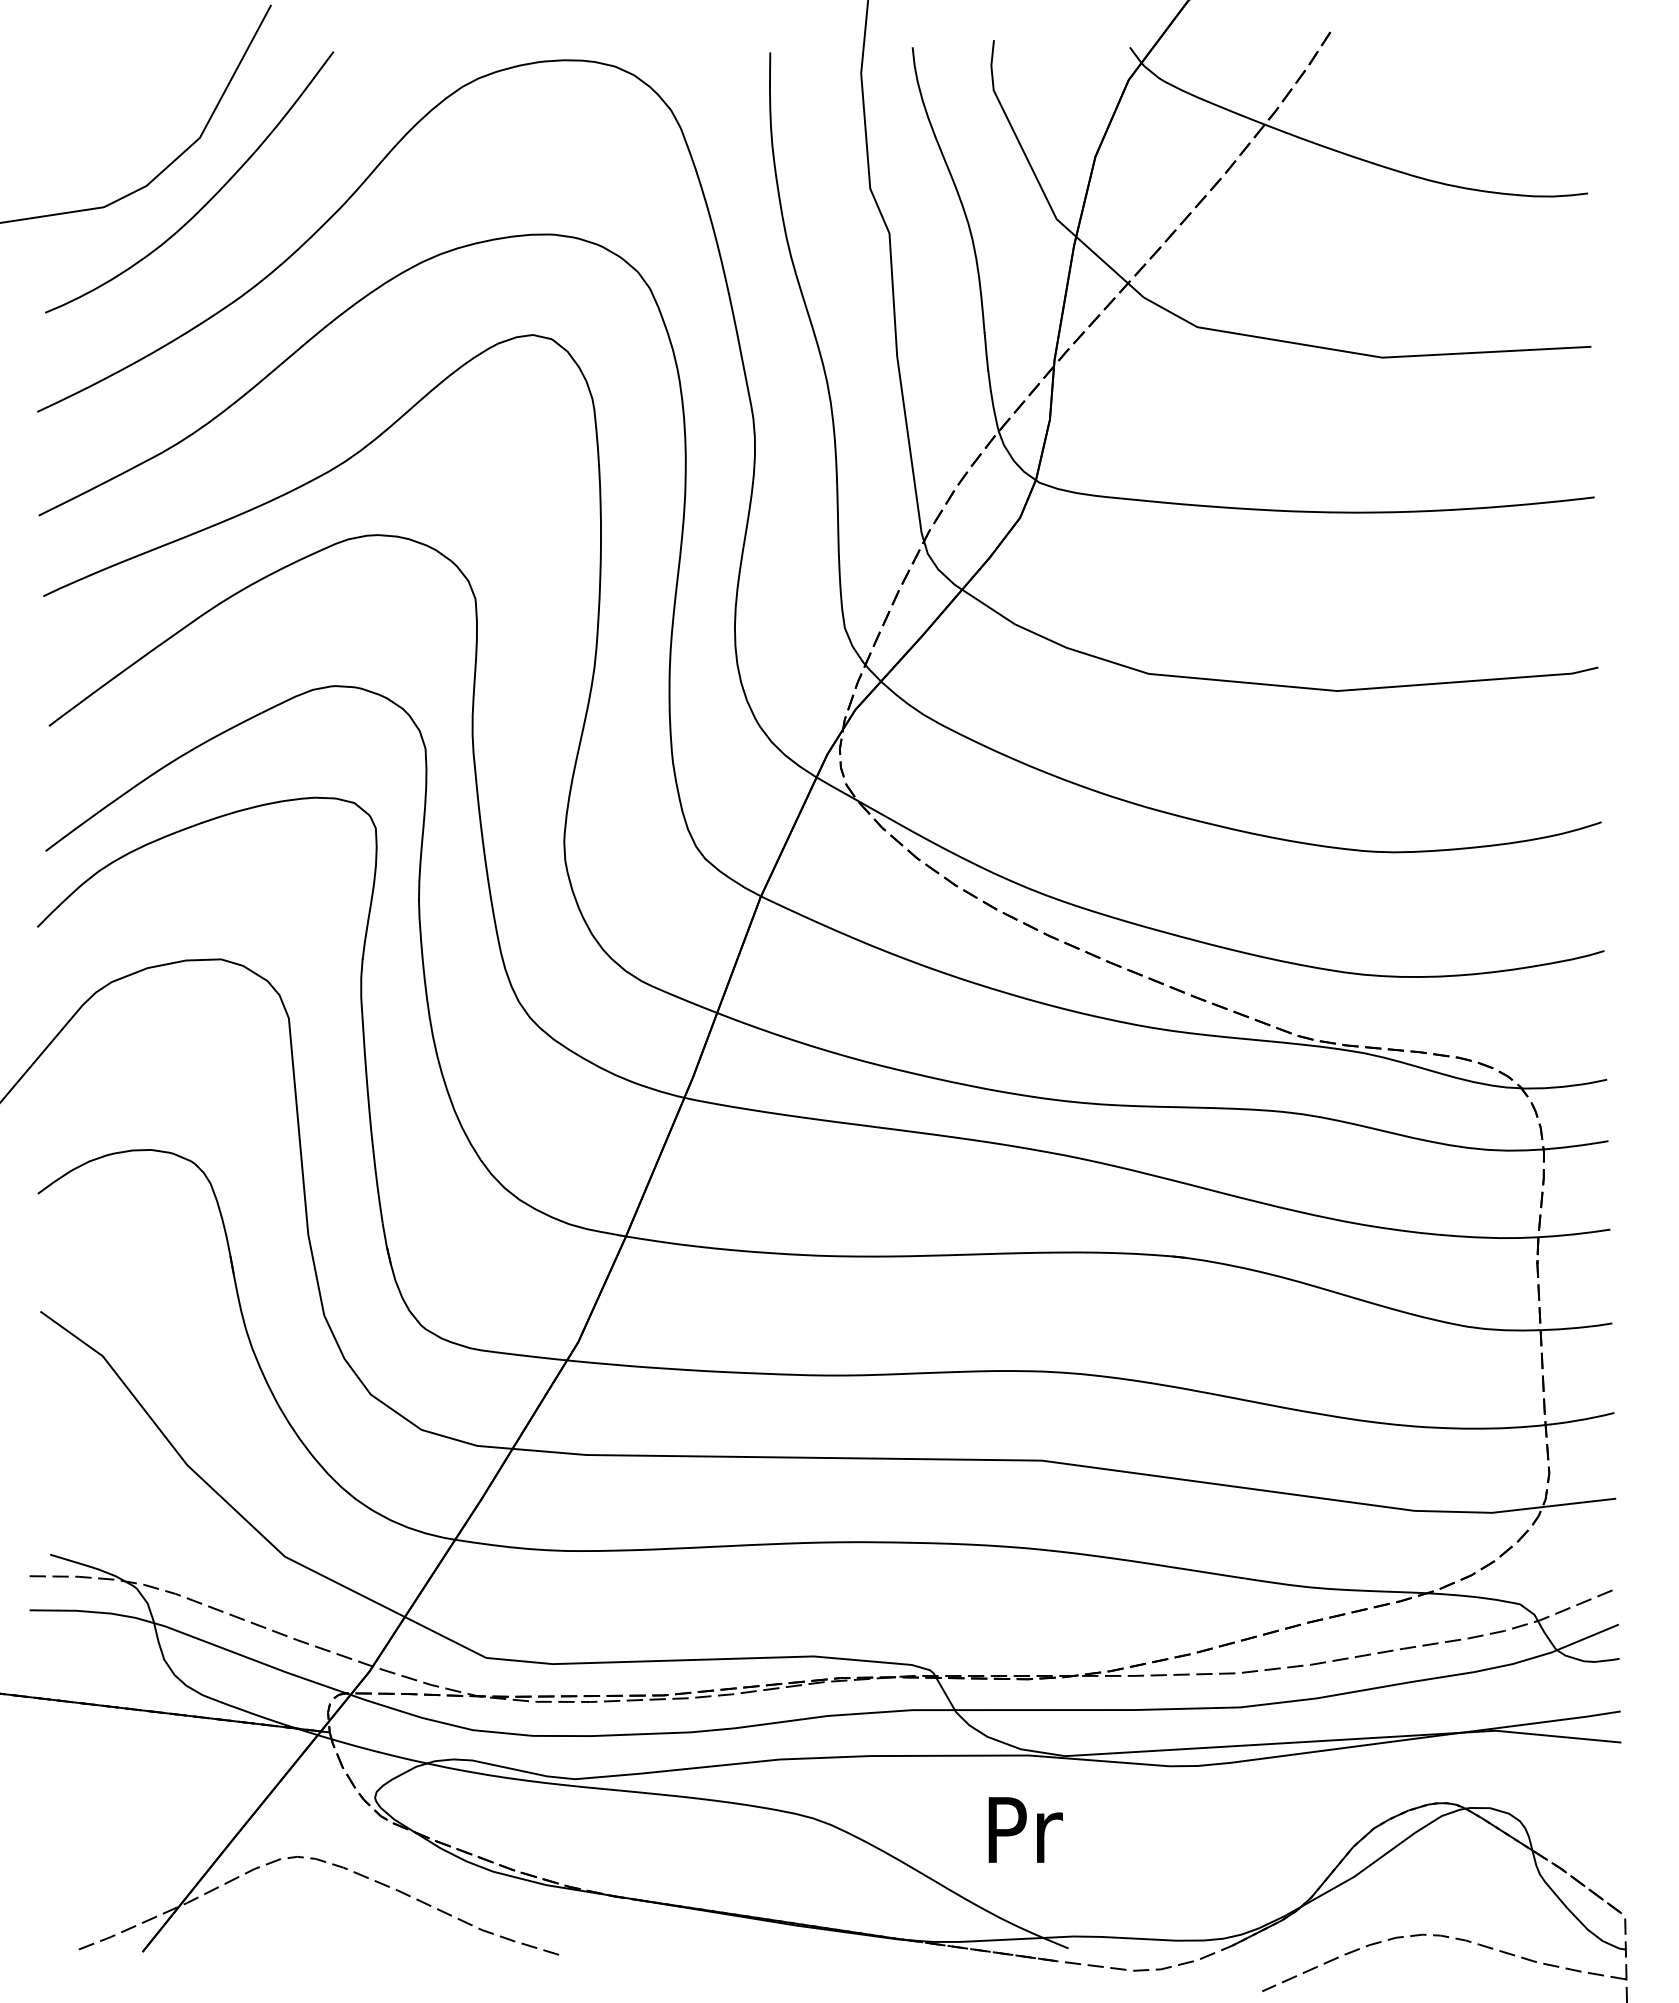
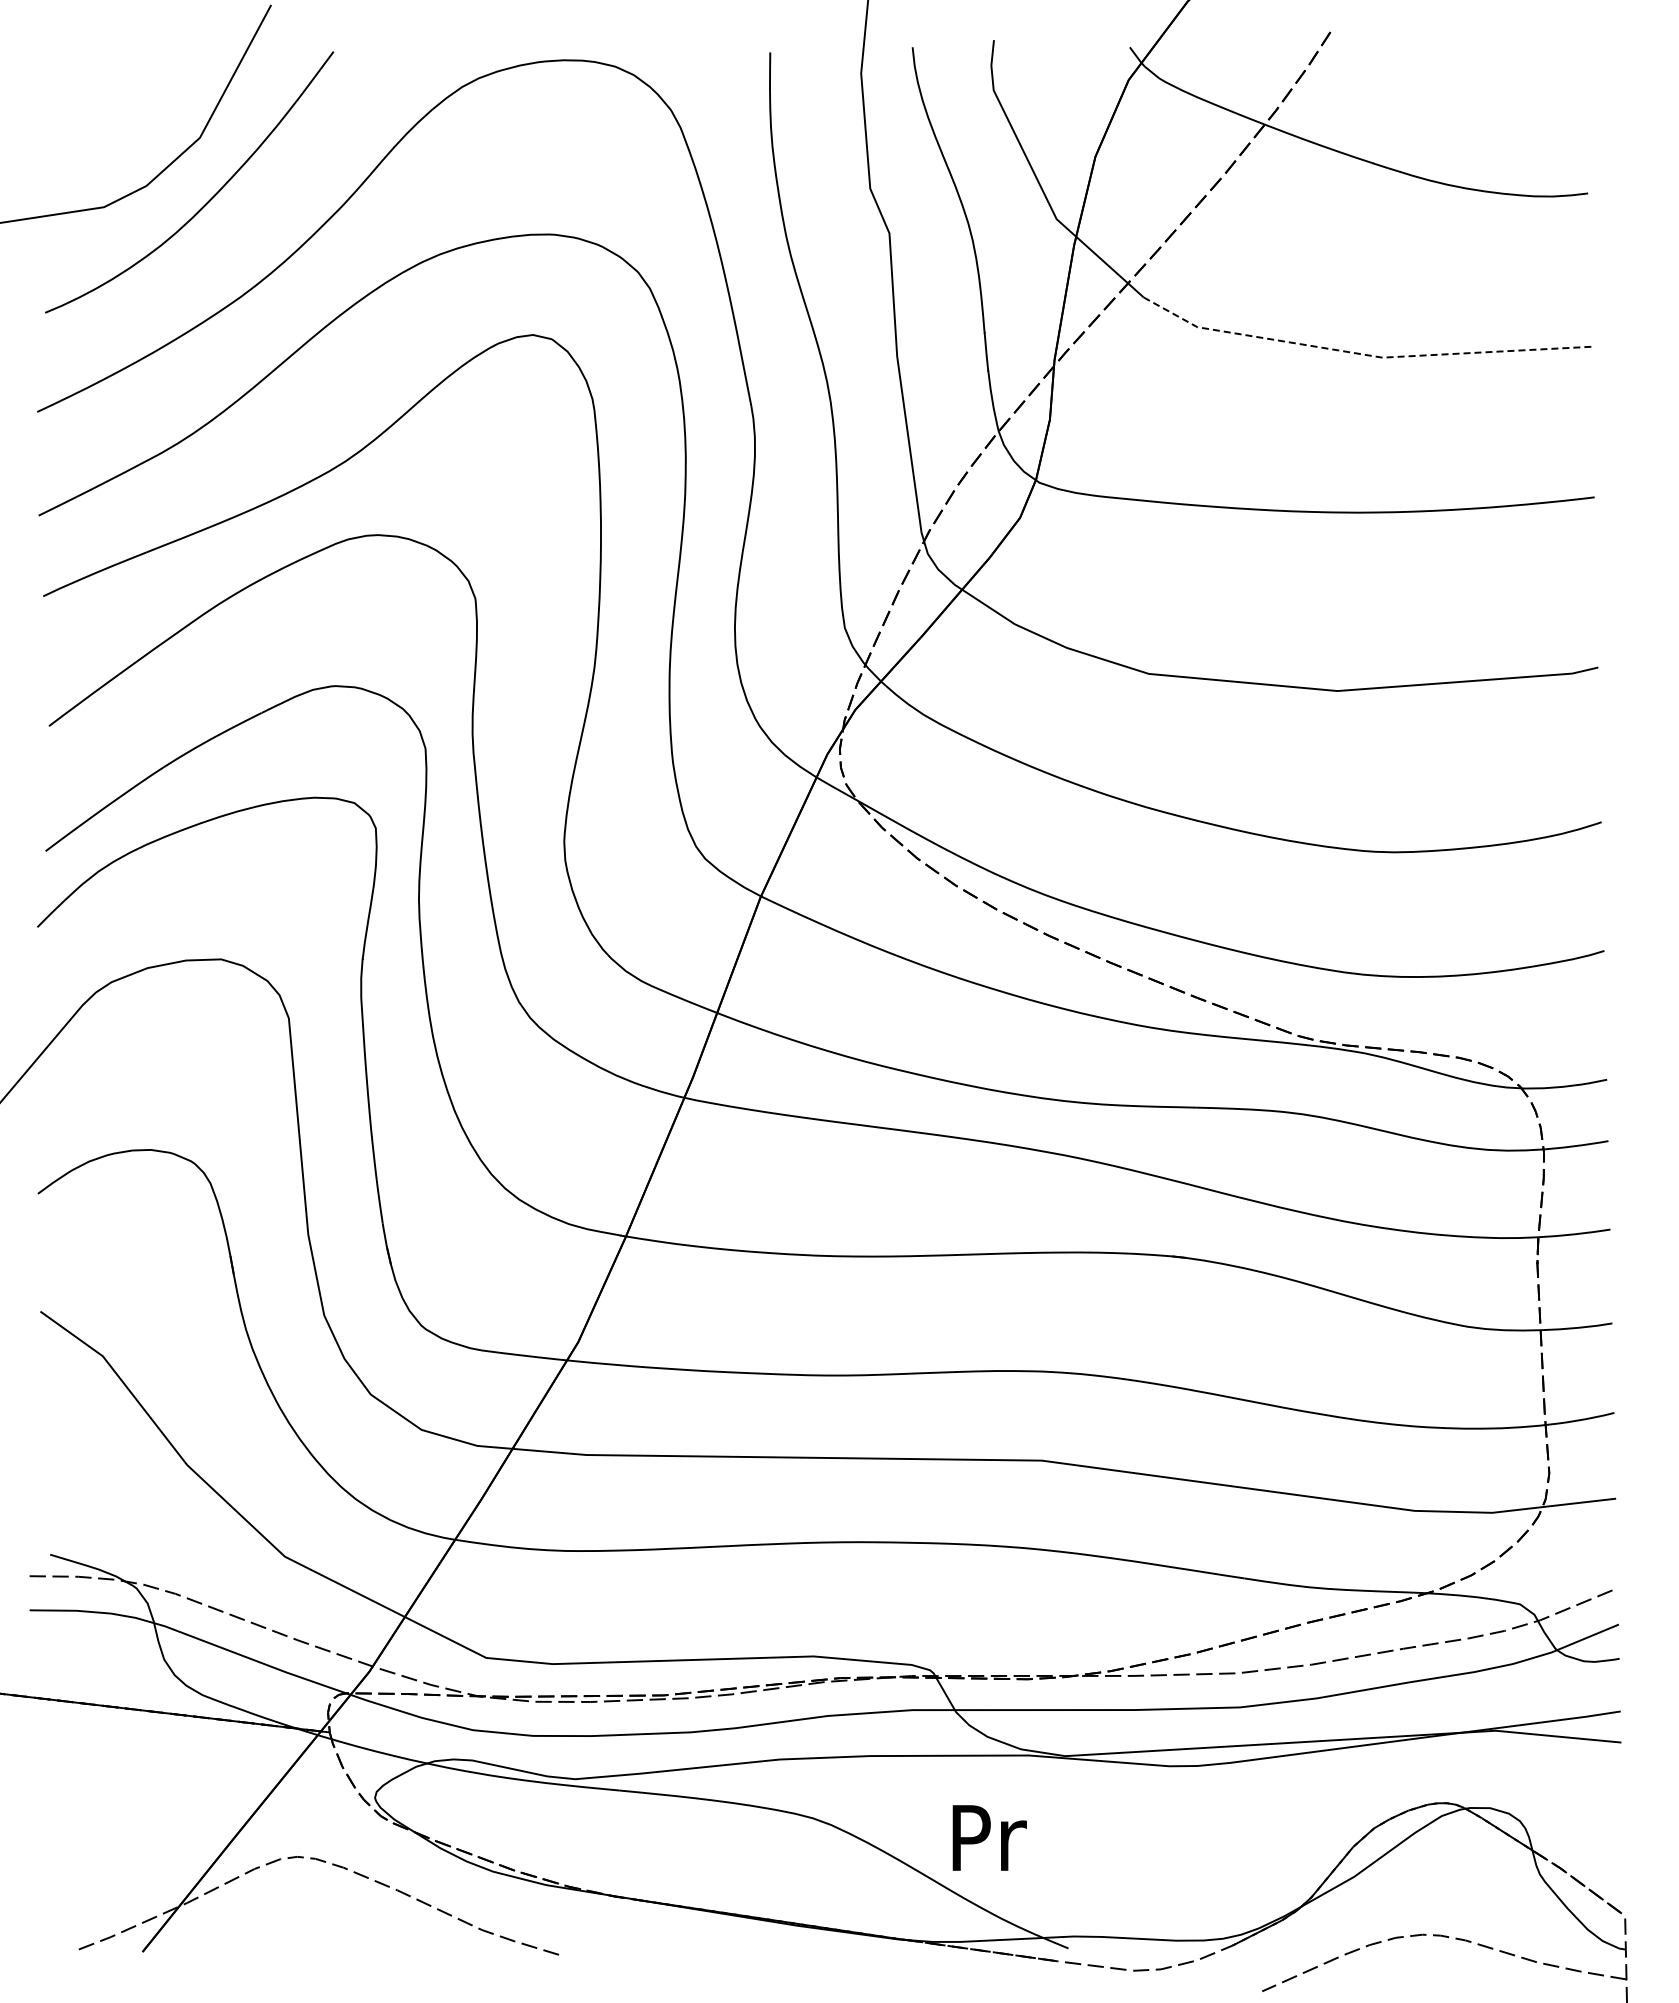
line at (1362, 354): solid -> dashed
text at (1025, 1829) position: (1025, 1829) -> (989, 1837)
